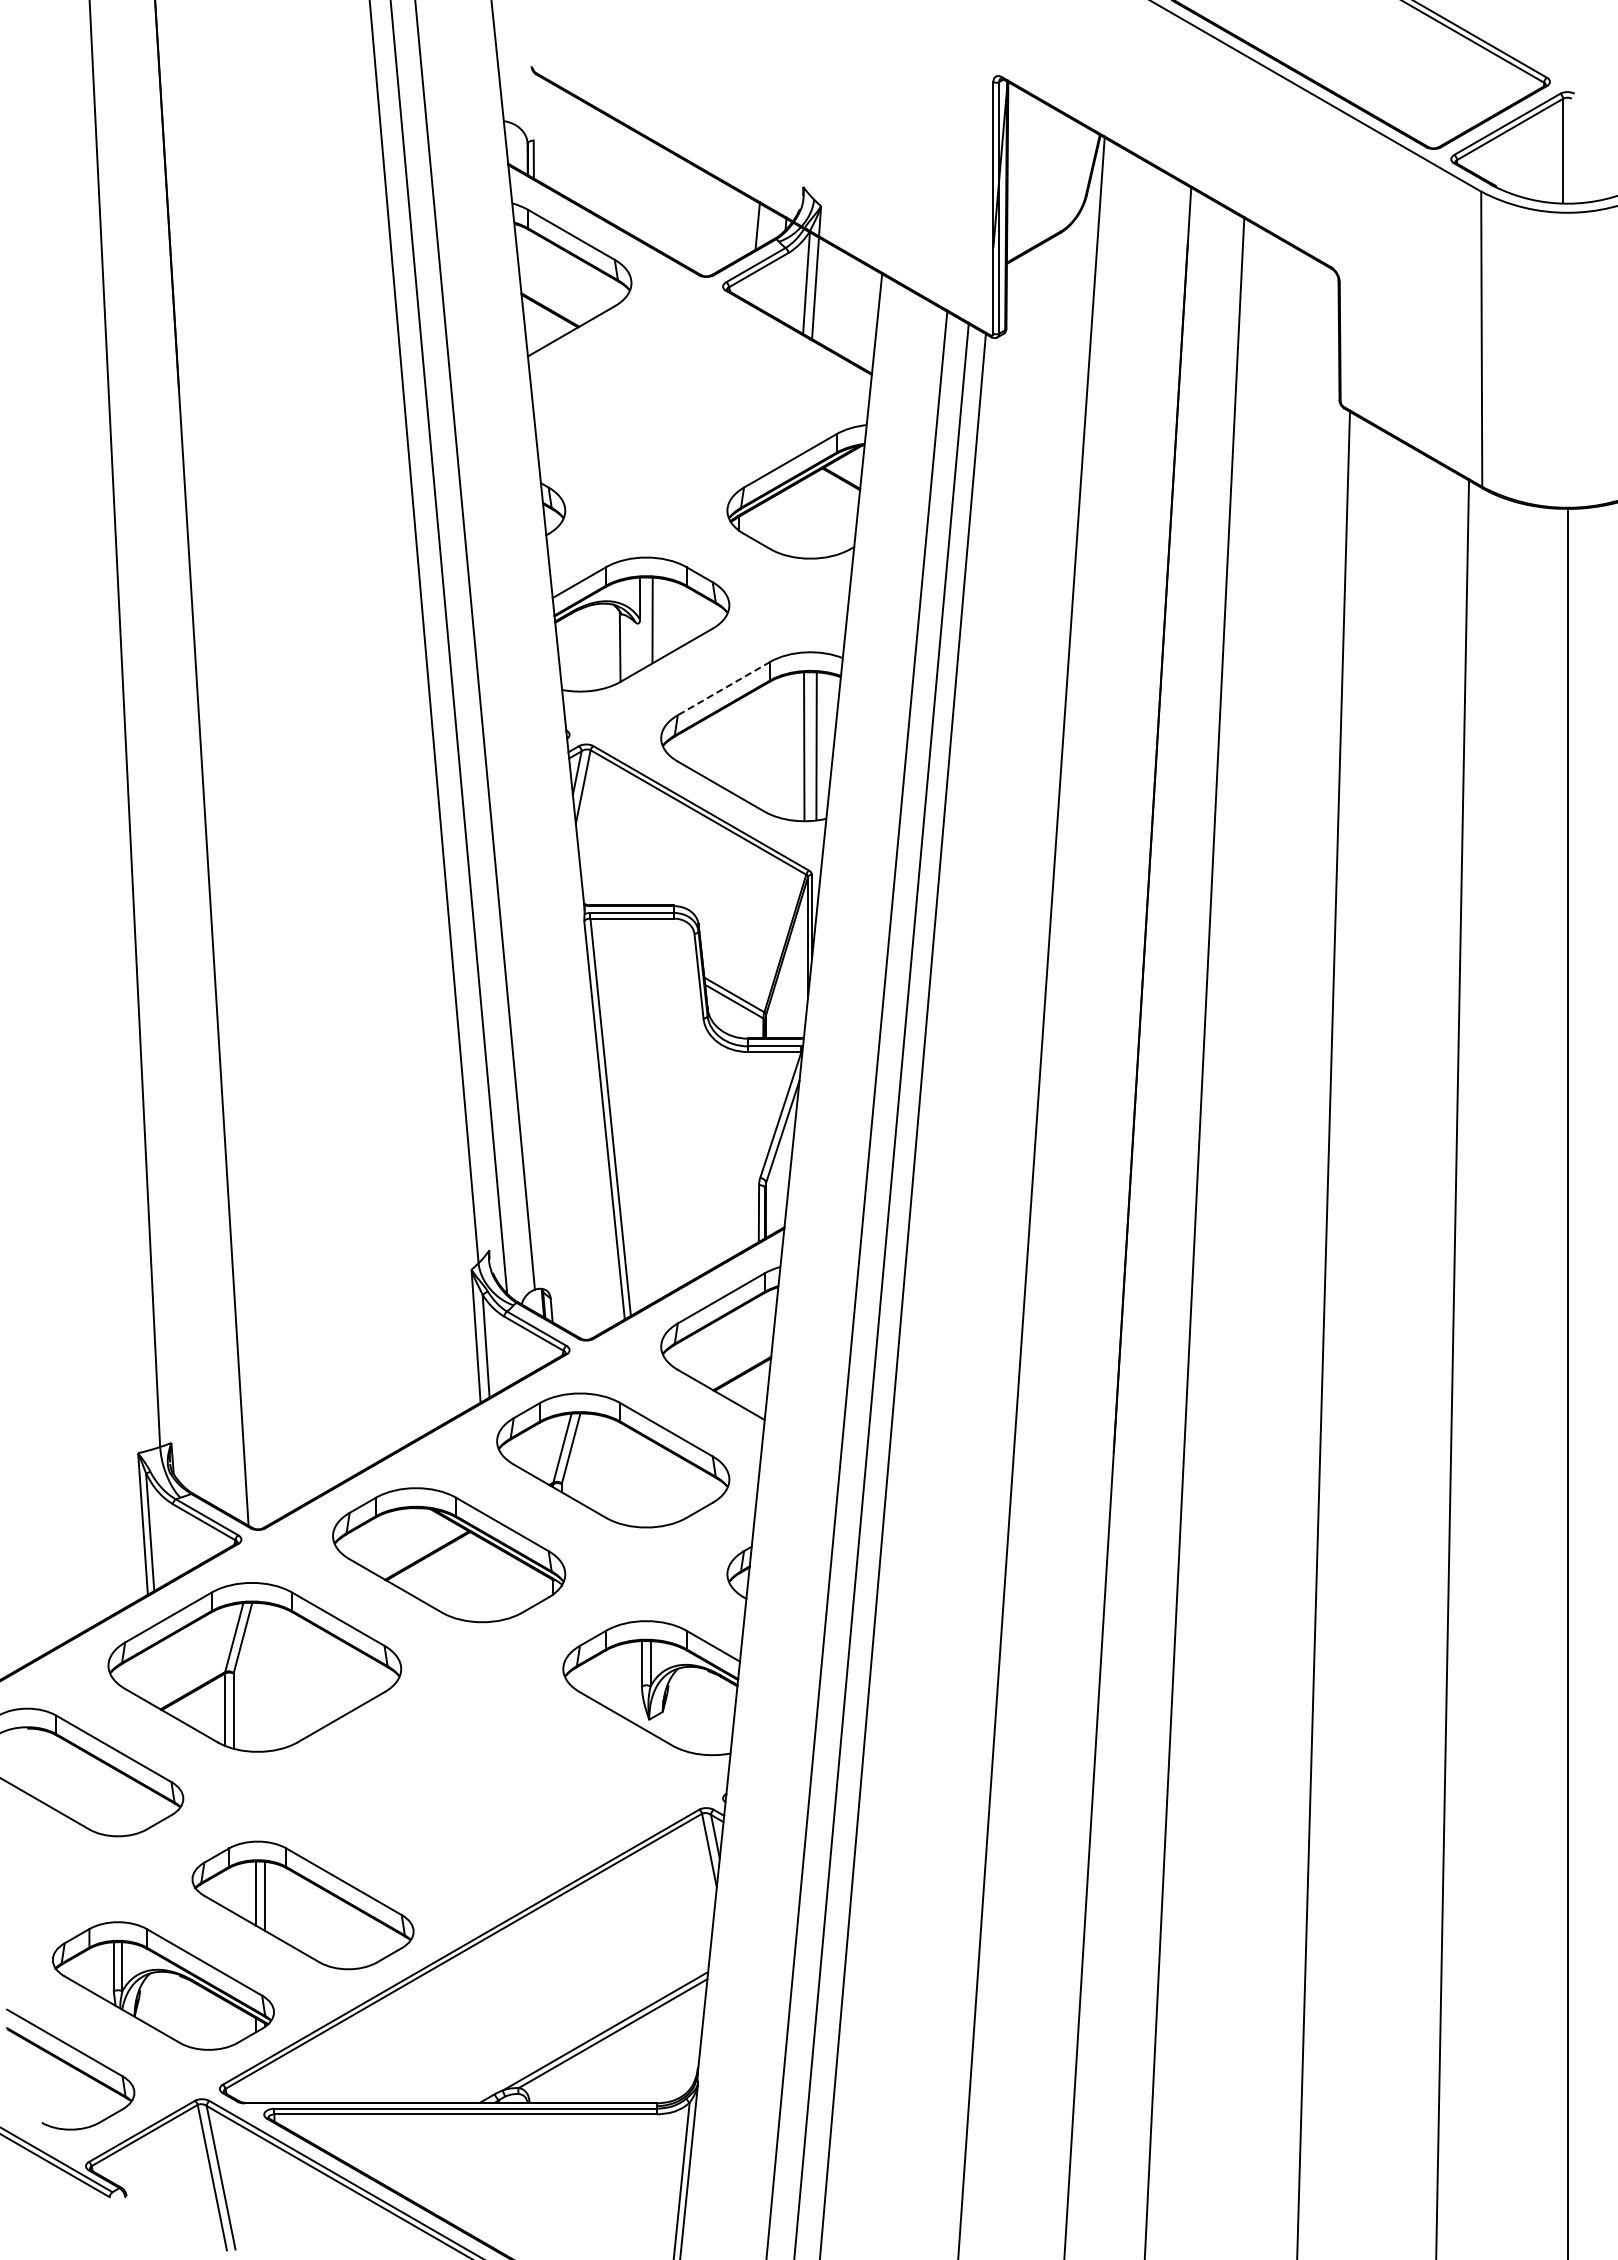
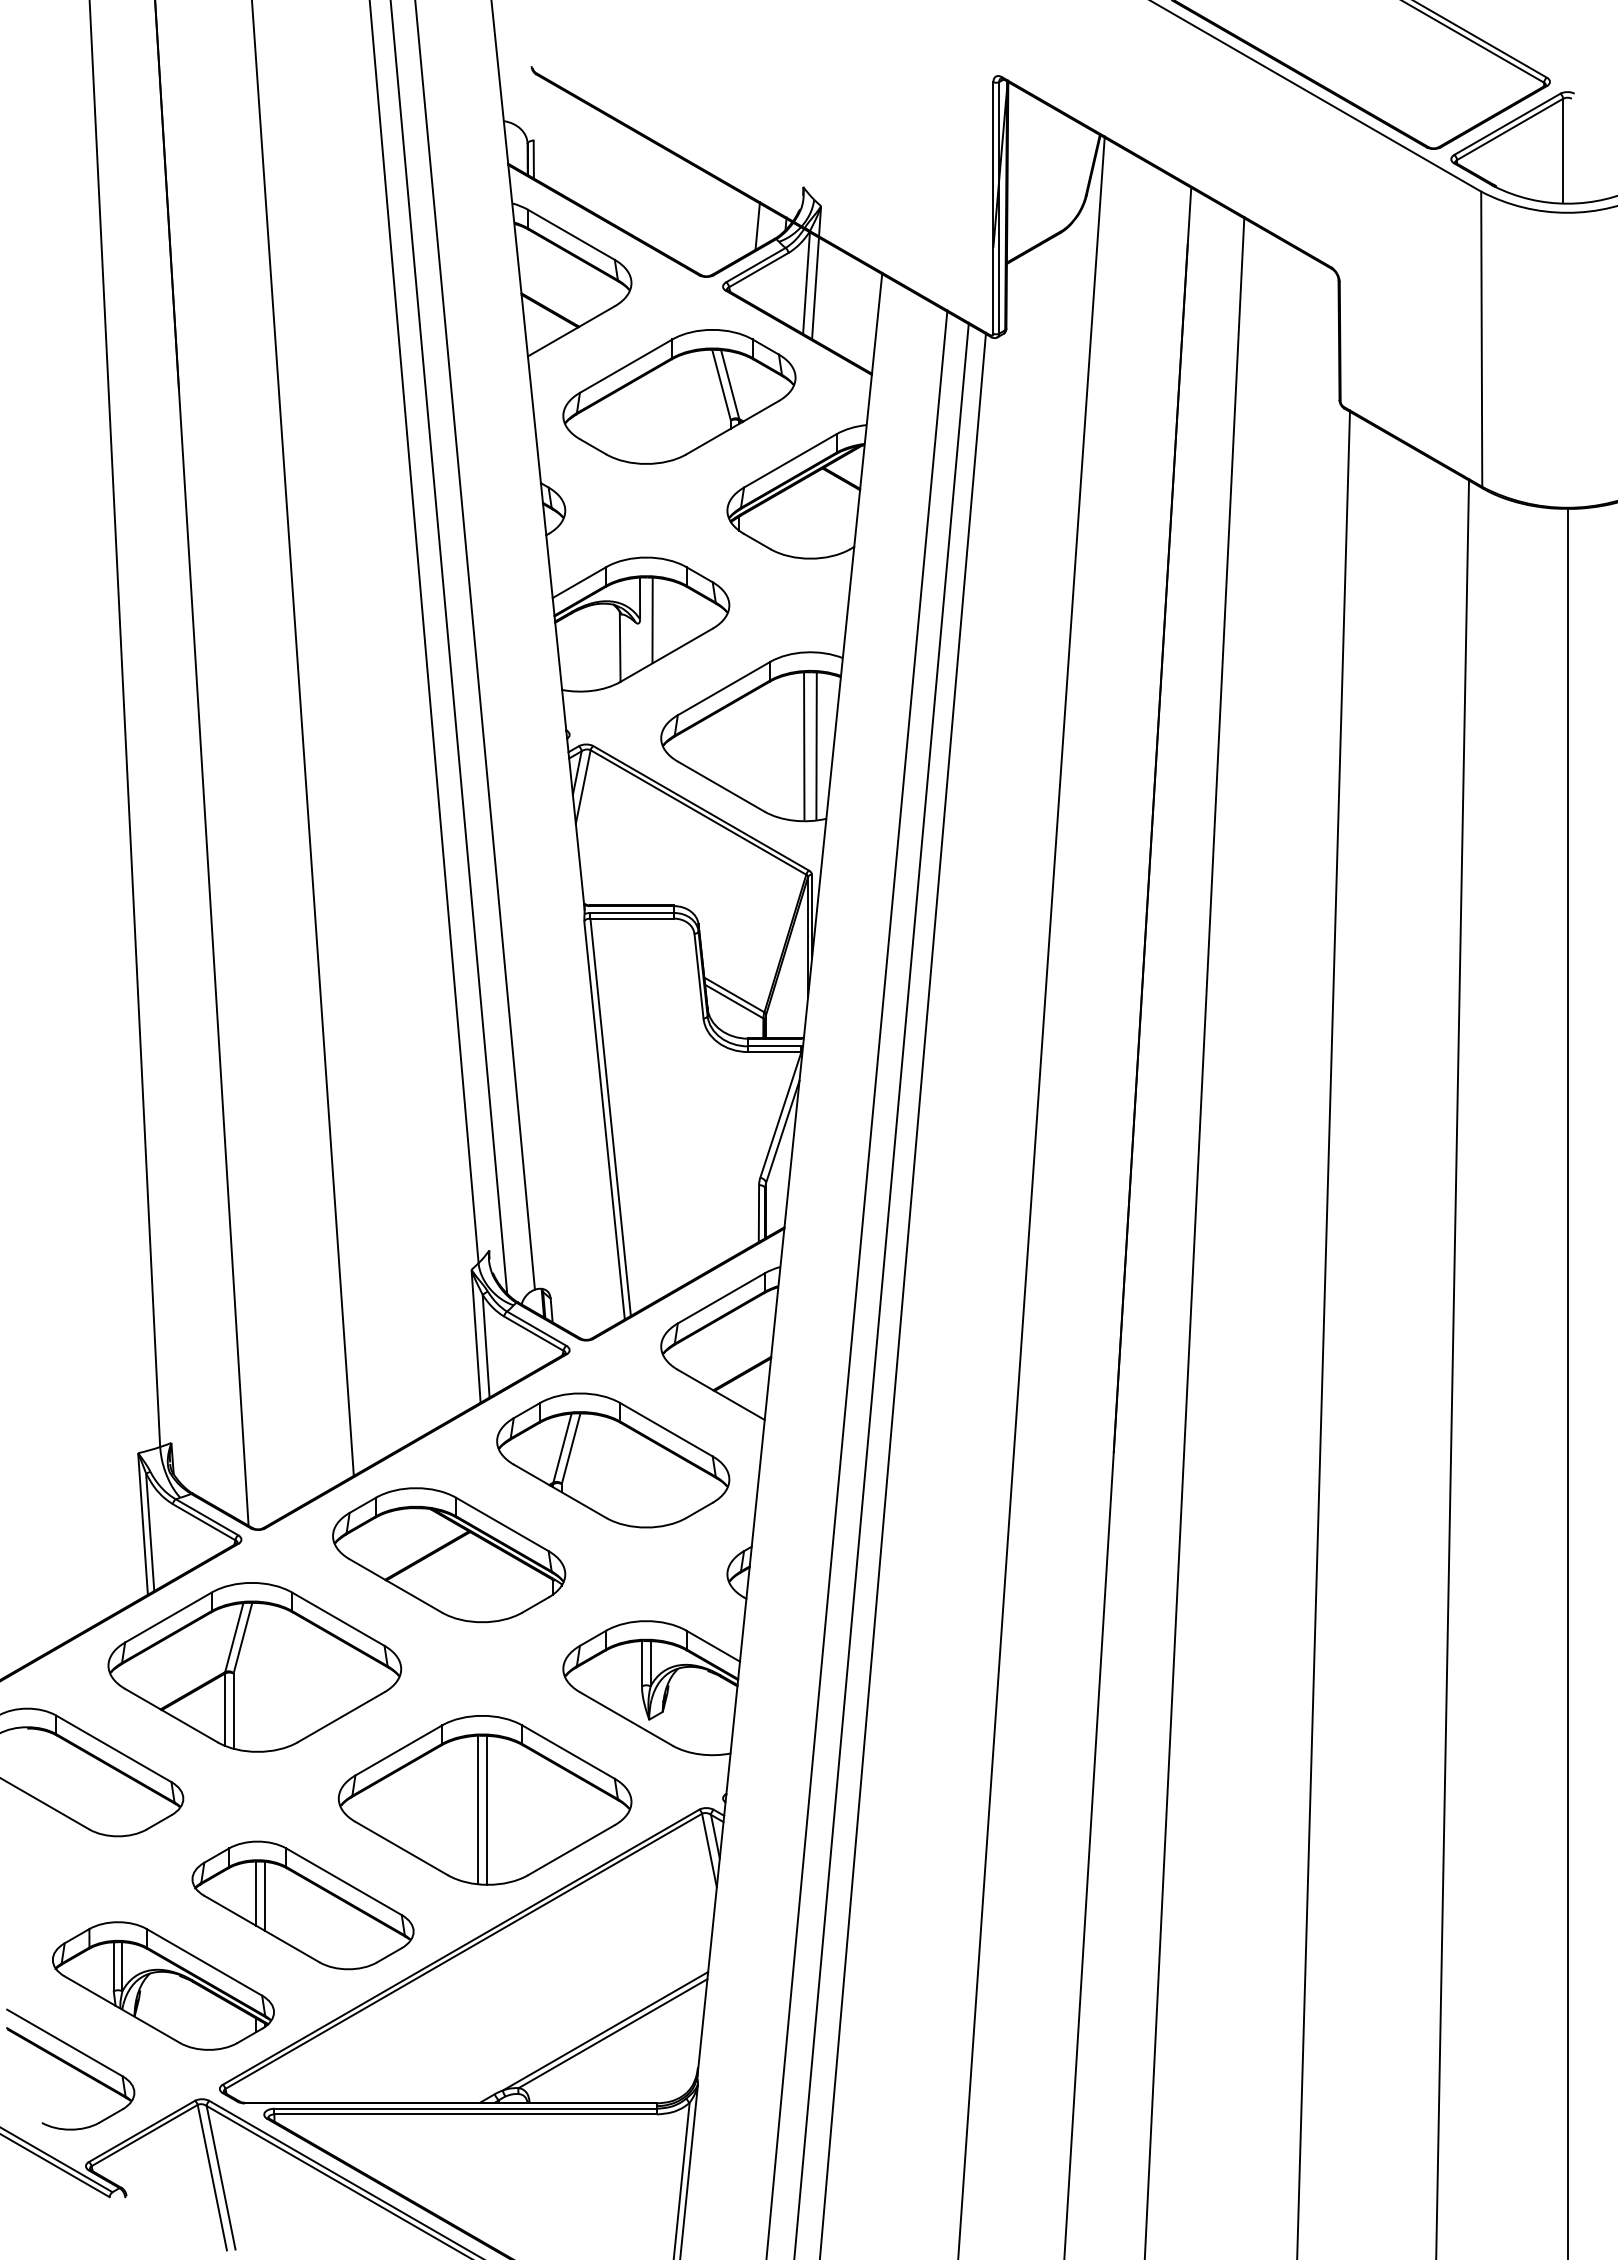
part at (679, 396): none -> present
line at (723, 688): dashed -> solid
line at (302, 738): none -> present
part at (484, 1800): none -> present
